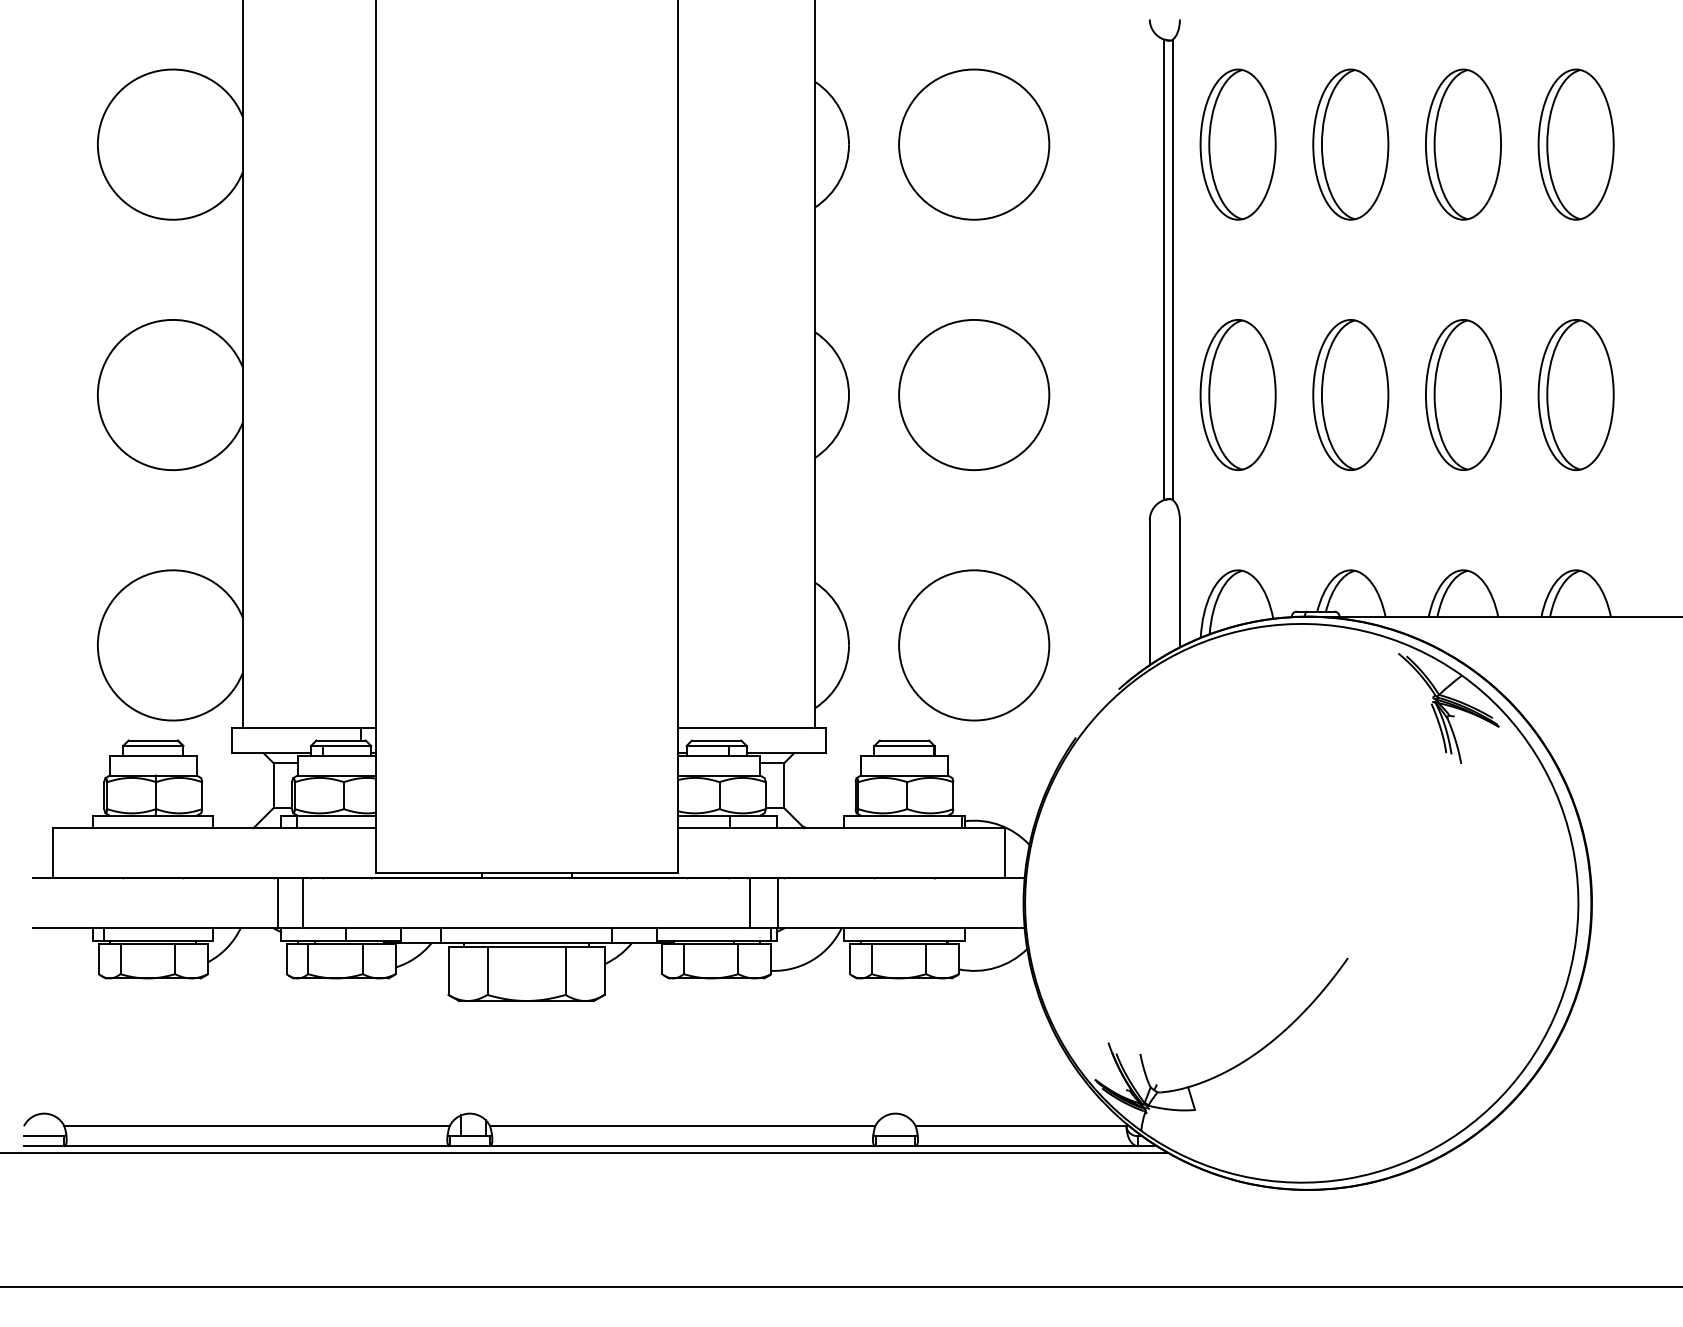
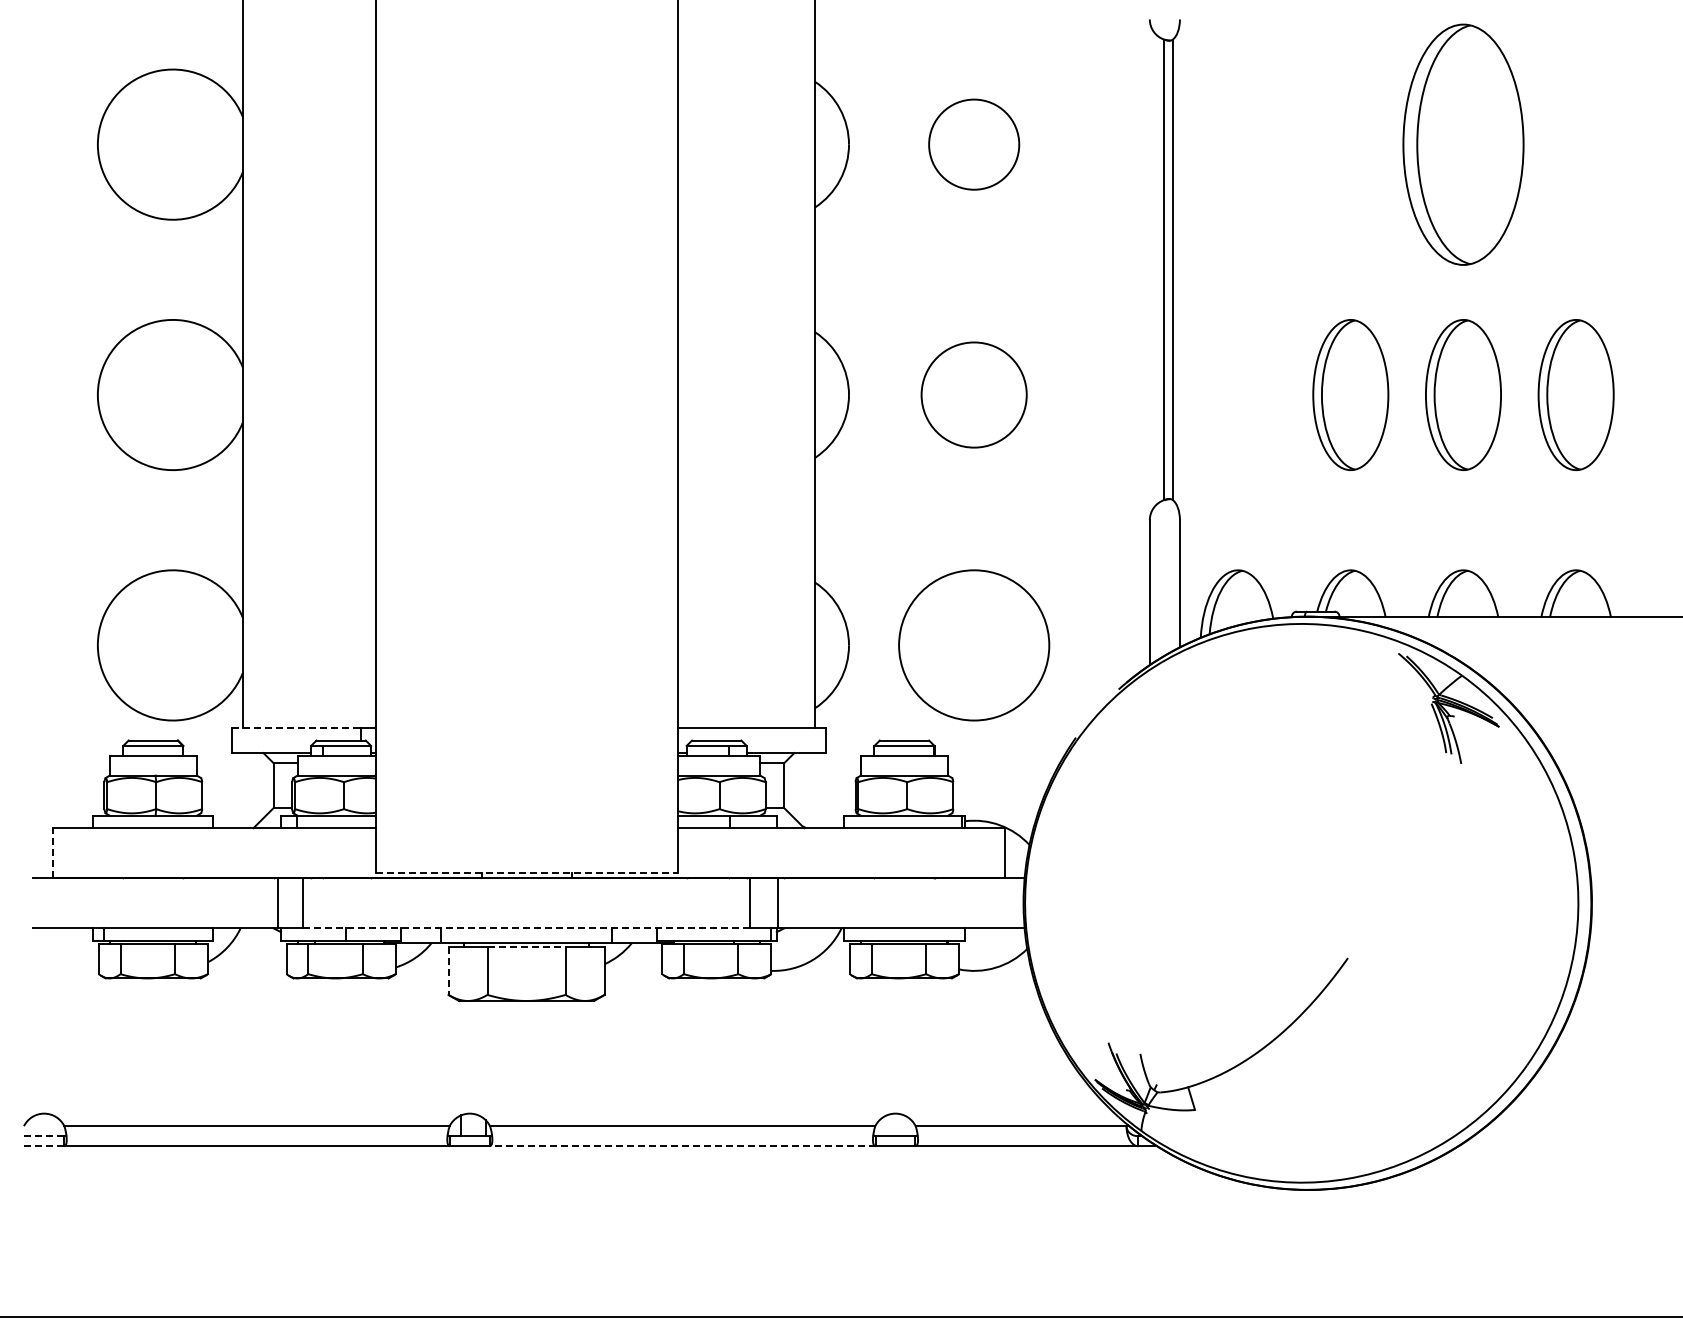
circle at (974, 144) diameter: 150 px -> 90 px
part at (1237, 144): present -> none
part at (1350, 144): present -> none
part at (1463, 144) size: 77x153 px -> 123x243 px
part at (1575, 144): present -> none
circle at (974, 394) diameter: 150 px -> 105 px
part at (1237, 394): present -> none
line at (297, 728): solid -> dashed
line at (53, 852): solid -> dashed
line at (526, 873): solid -> dashed
line at (526, 928): solid -> dashed
line at (527, 947): solid -> dashed
line at (448, 971): solid -> dashed
line at (44, 1136): solid -> dashed
line at (44, 1146): solid -> dashed
line at (682, 1146): solid -> dashed
line at (584, 1152): present -> none
line at (840, 1287) position: (840, 1287) -> (840, 1317)
